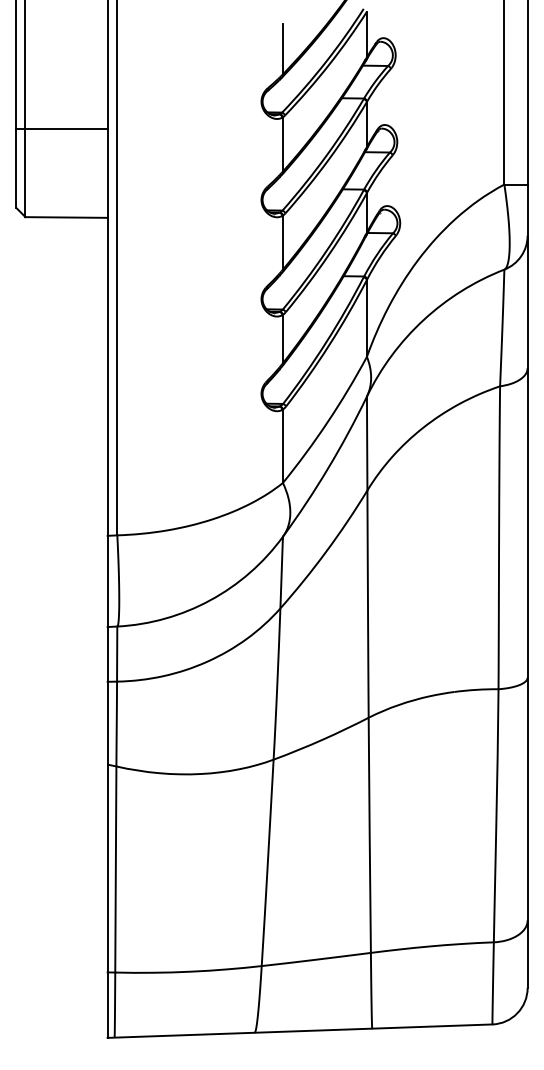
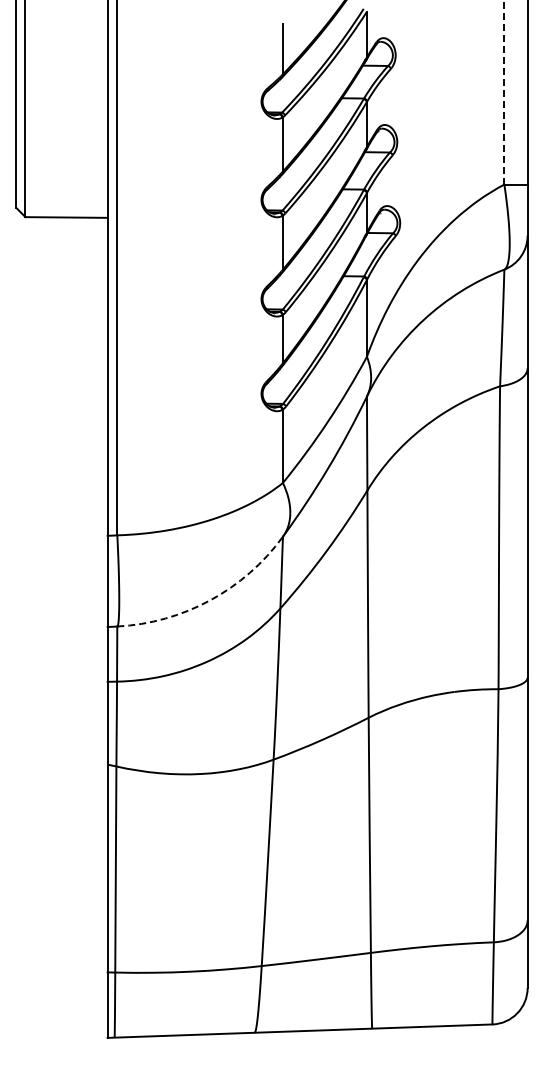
line at (504, 92): solid -> dashed
line at (61, 129): present -> none
arc at (210, 600): solid -> dashed
